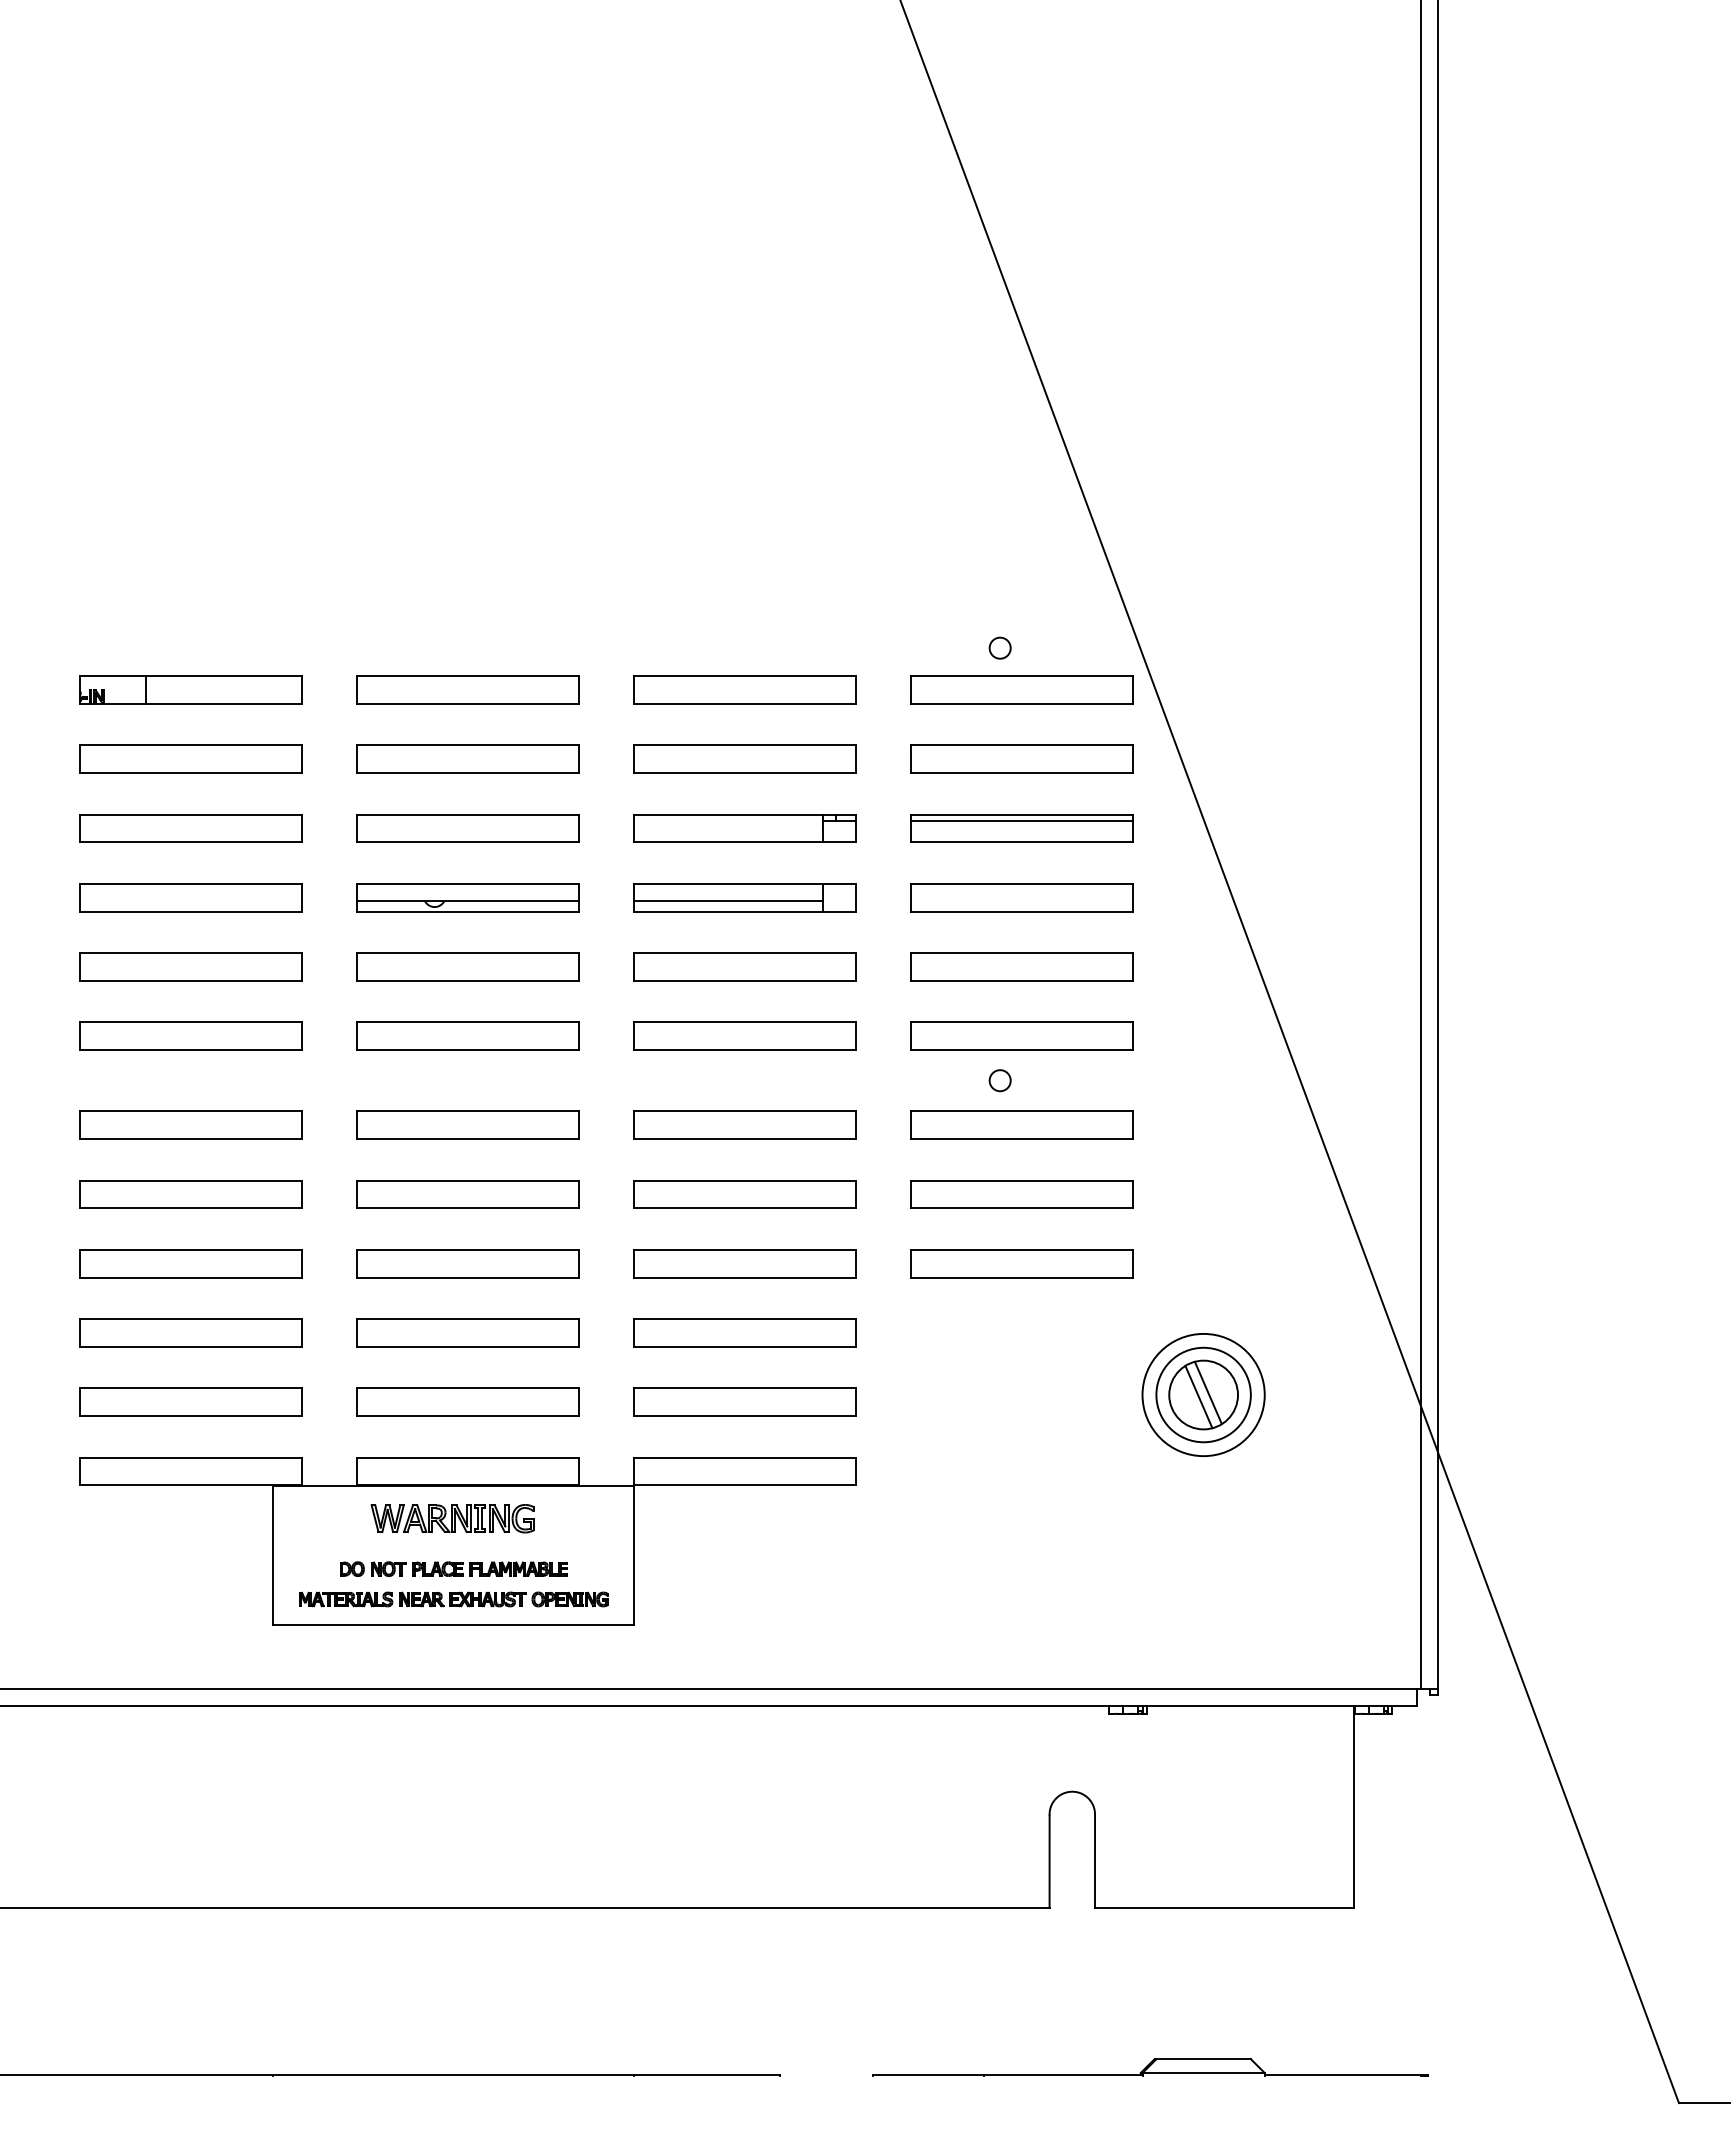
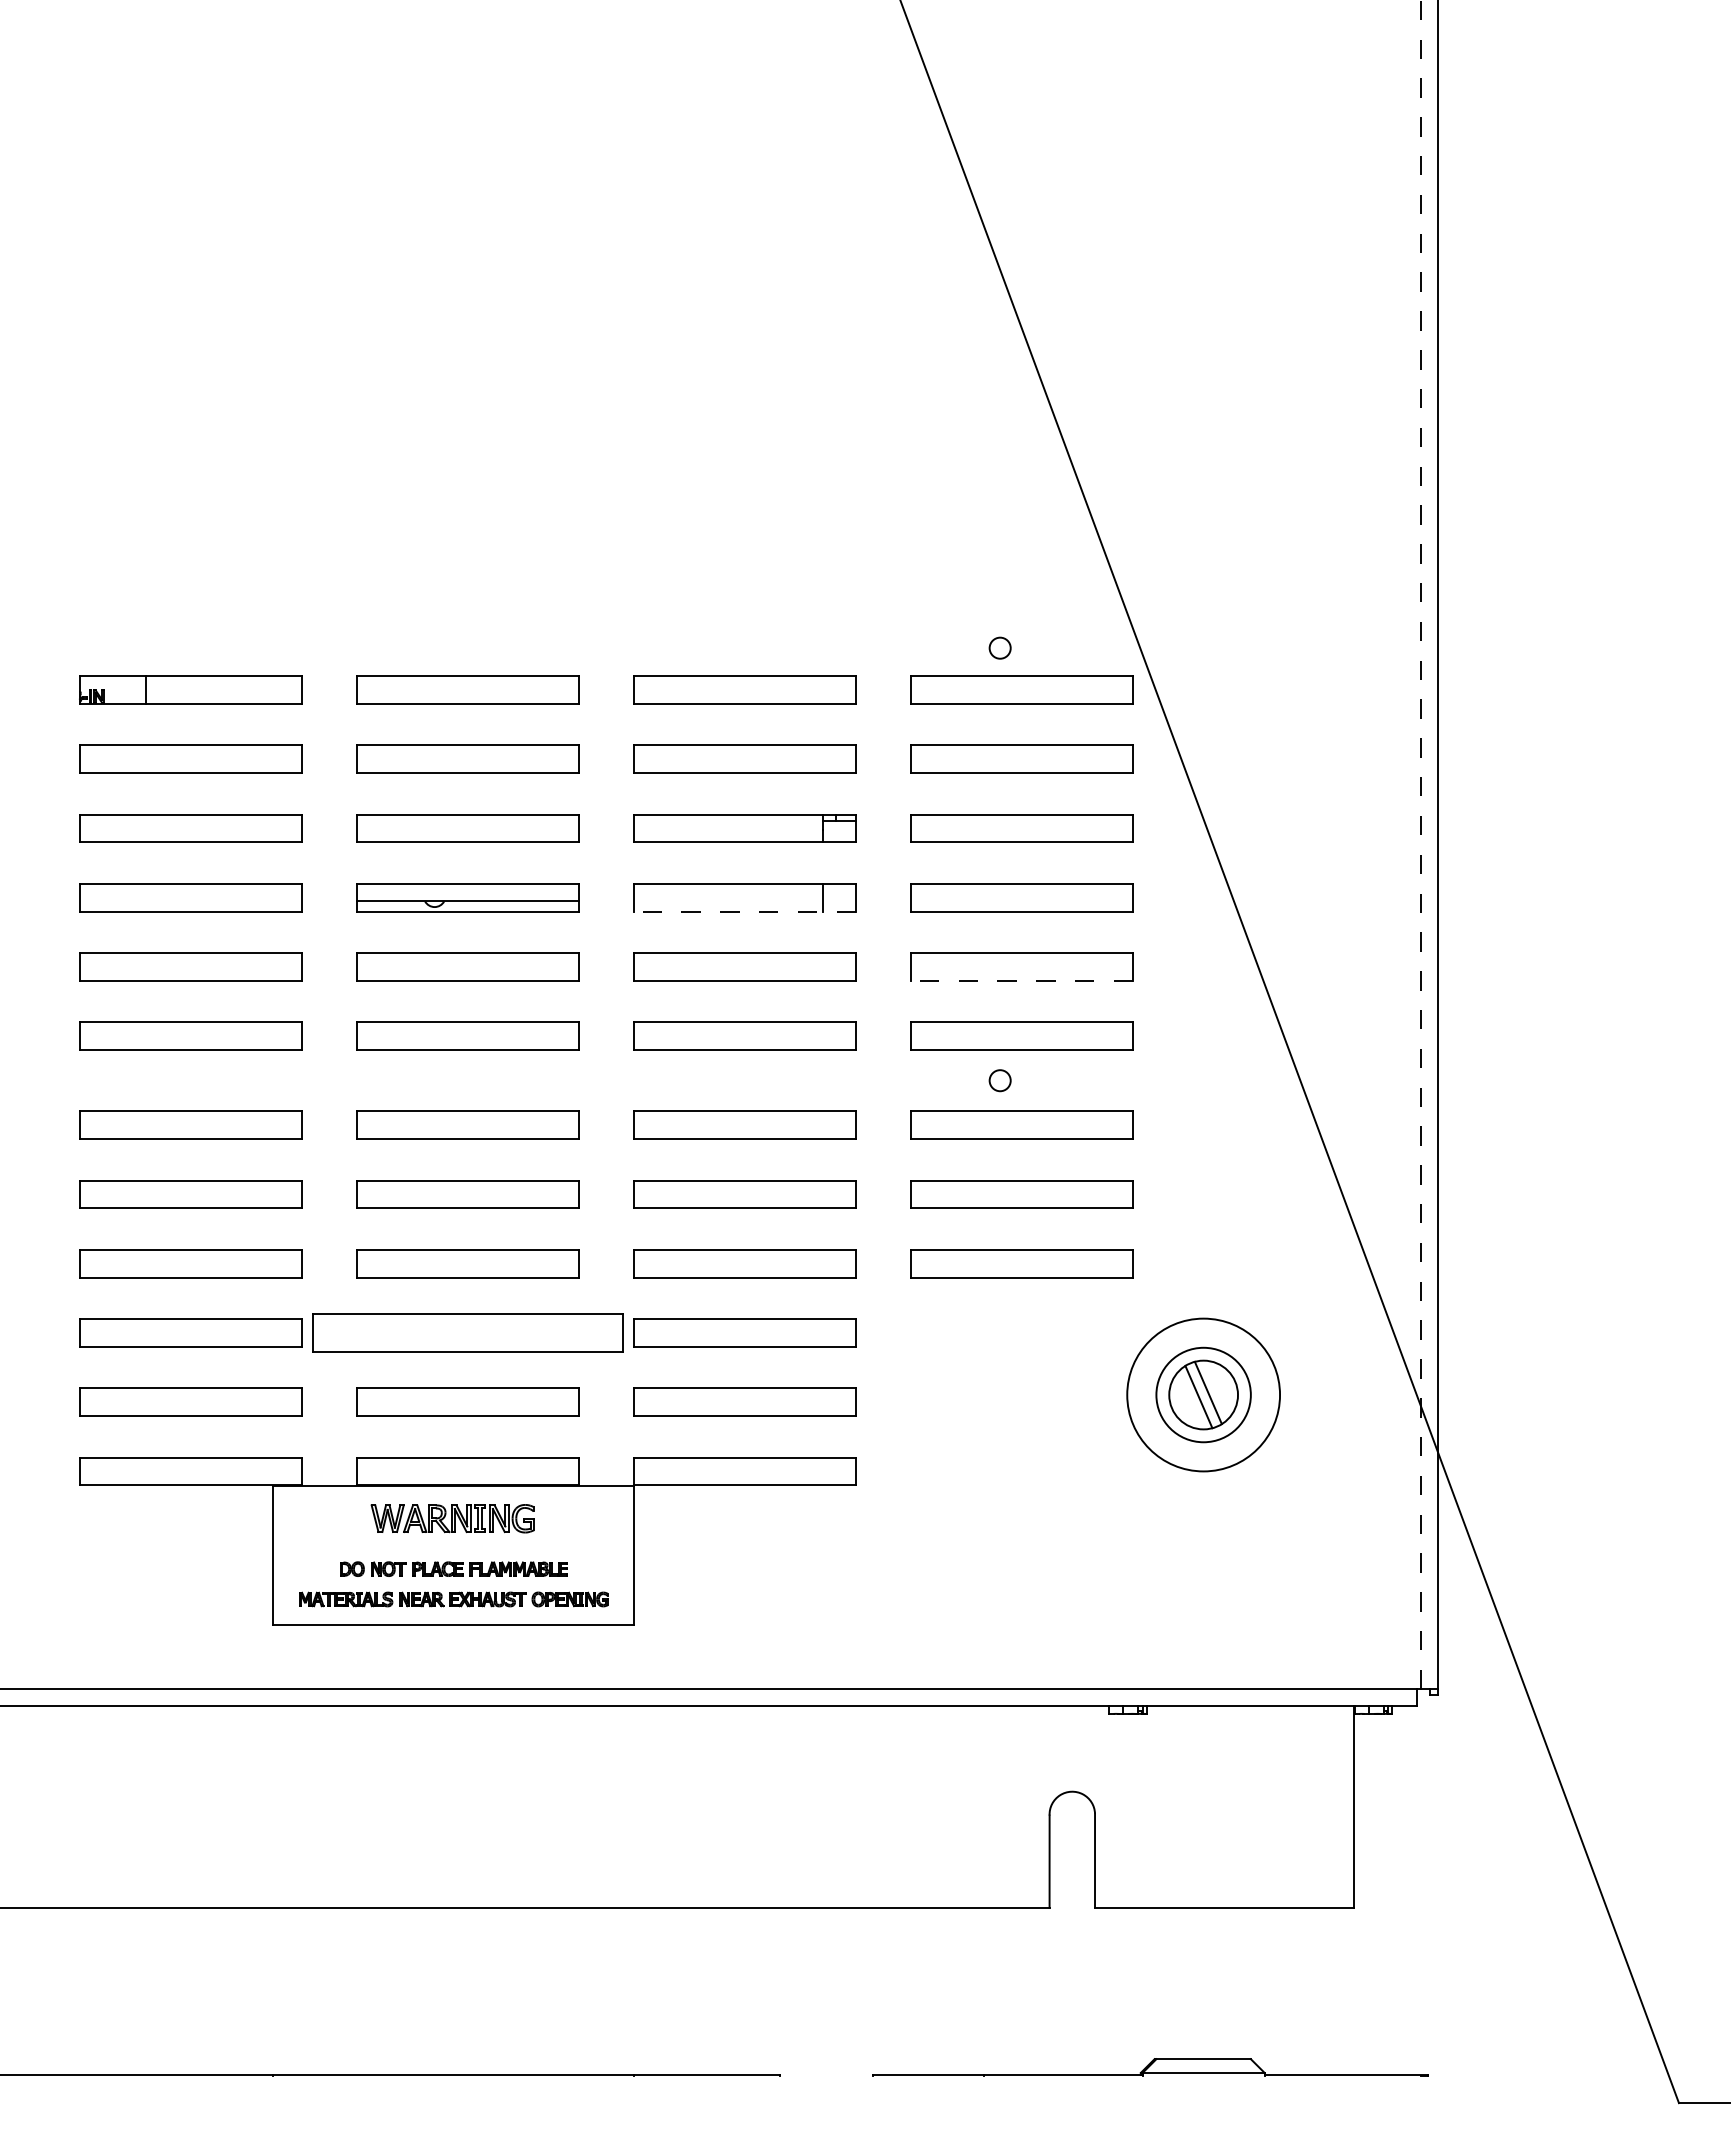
line at (1022, 821): present -> none
line at (1421, 844): solid -> dashed
line at (728, 901): present -> none
line at (745, 911): solid -> dashed
line at (1022, 980): solid -> dashed
part at (467, 1332) size: 224x30 px -> 312x40 px
circle at (1203, 1394) diameter: 122 px -> 153 px
